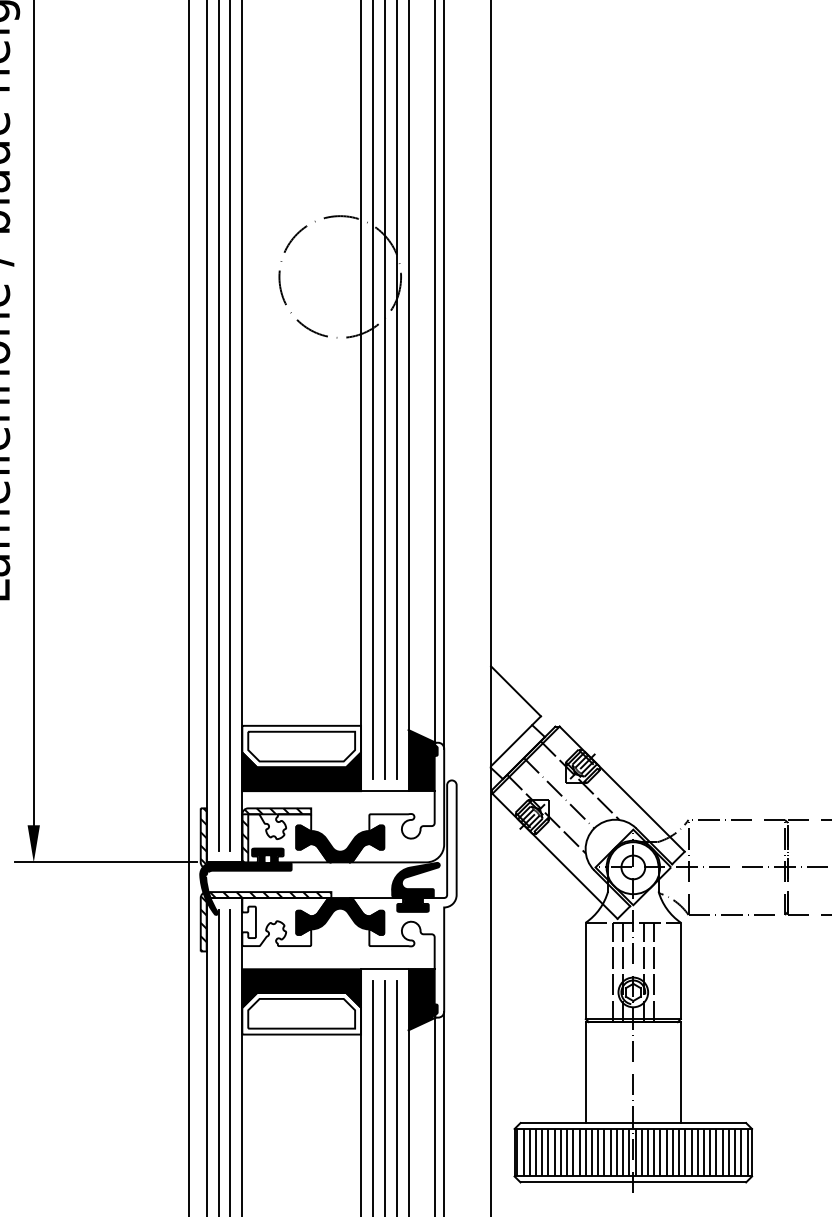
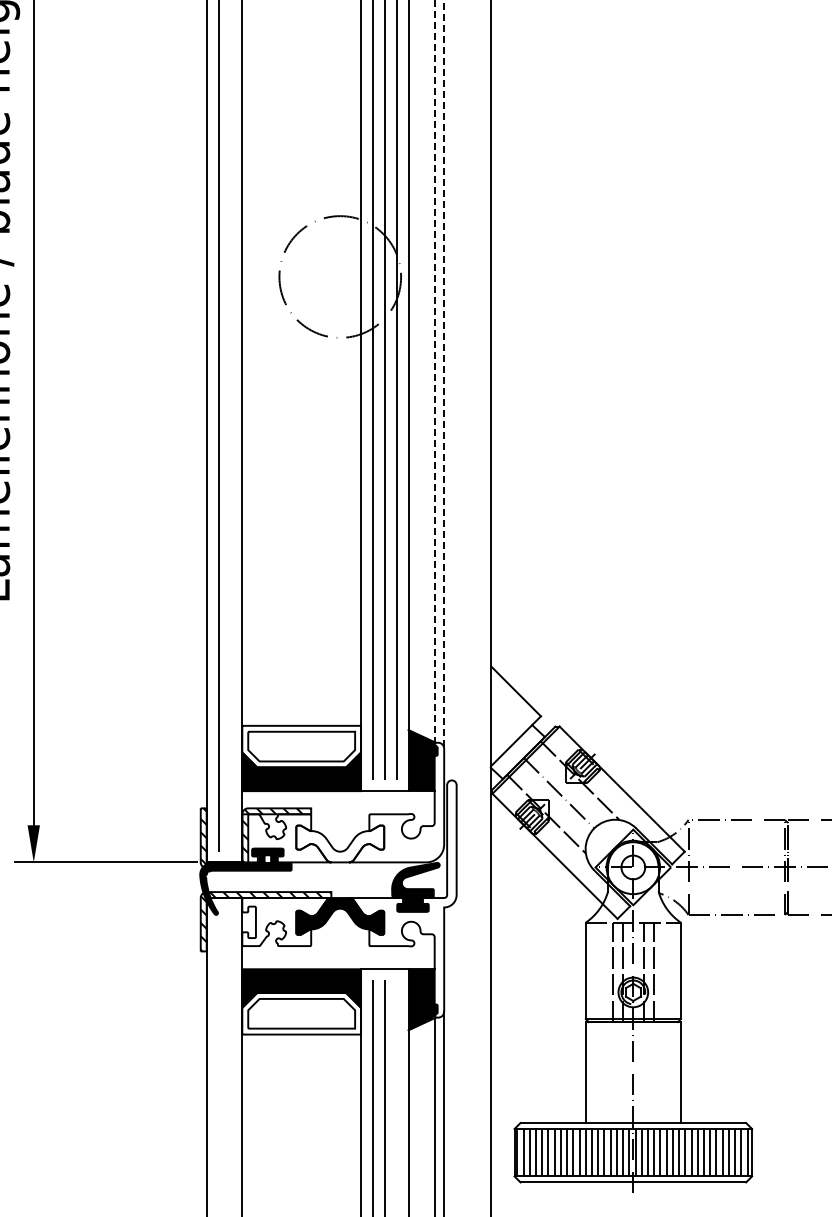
line at (434, 371): solid -> dashed
line at (444, 374): solid -> dashed
line at (230, 426): present -> none
line at (189, 607): present -> none
fill at (340, 843): present -> none
line at (218, 1061): present -> none
line at (230, 1061): present -> none
line at (396, 1097): present -> none
